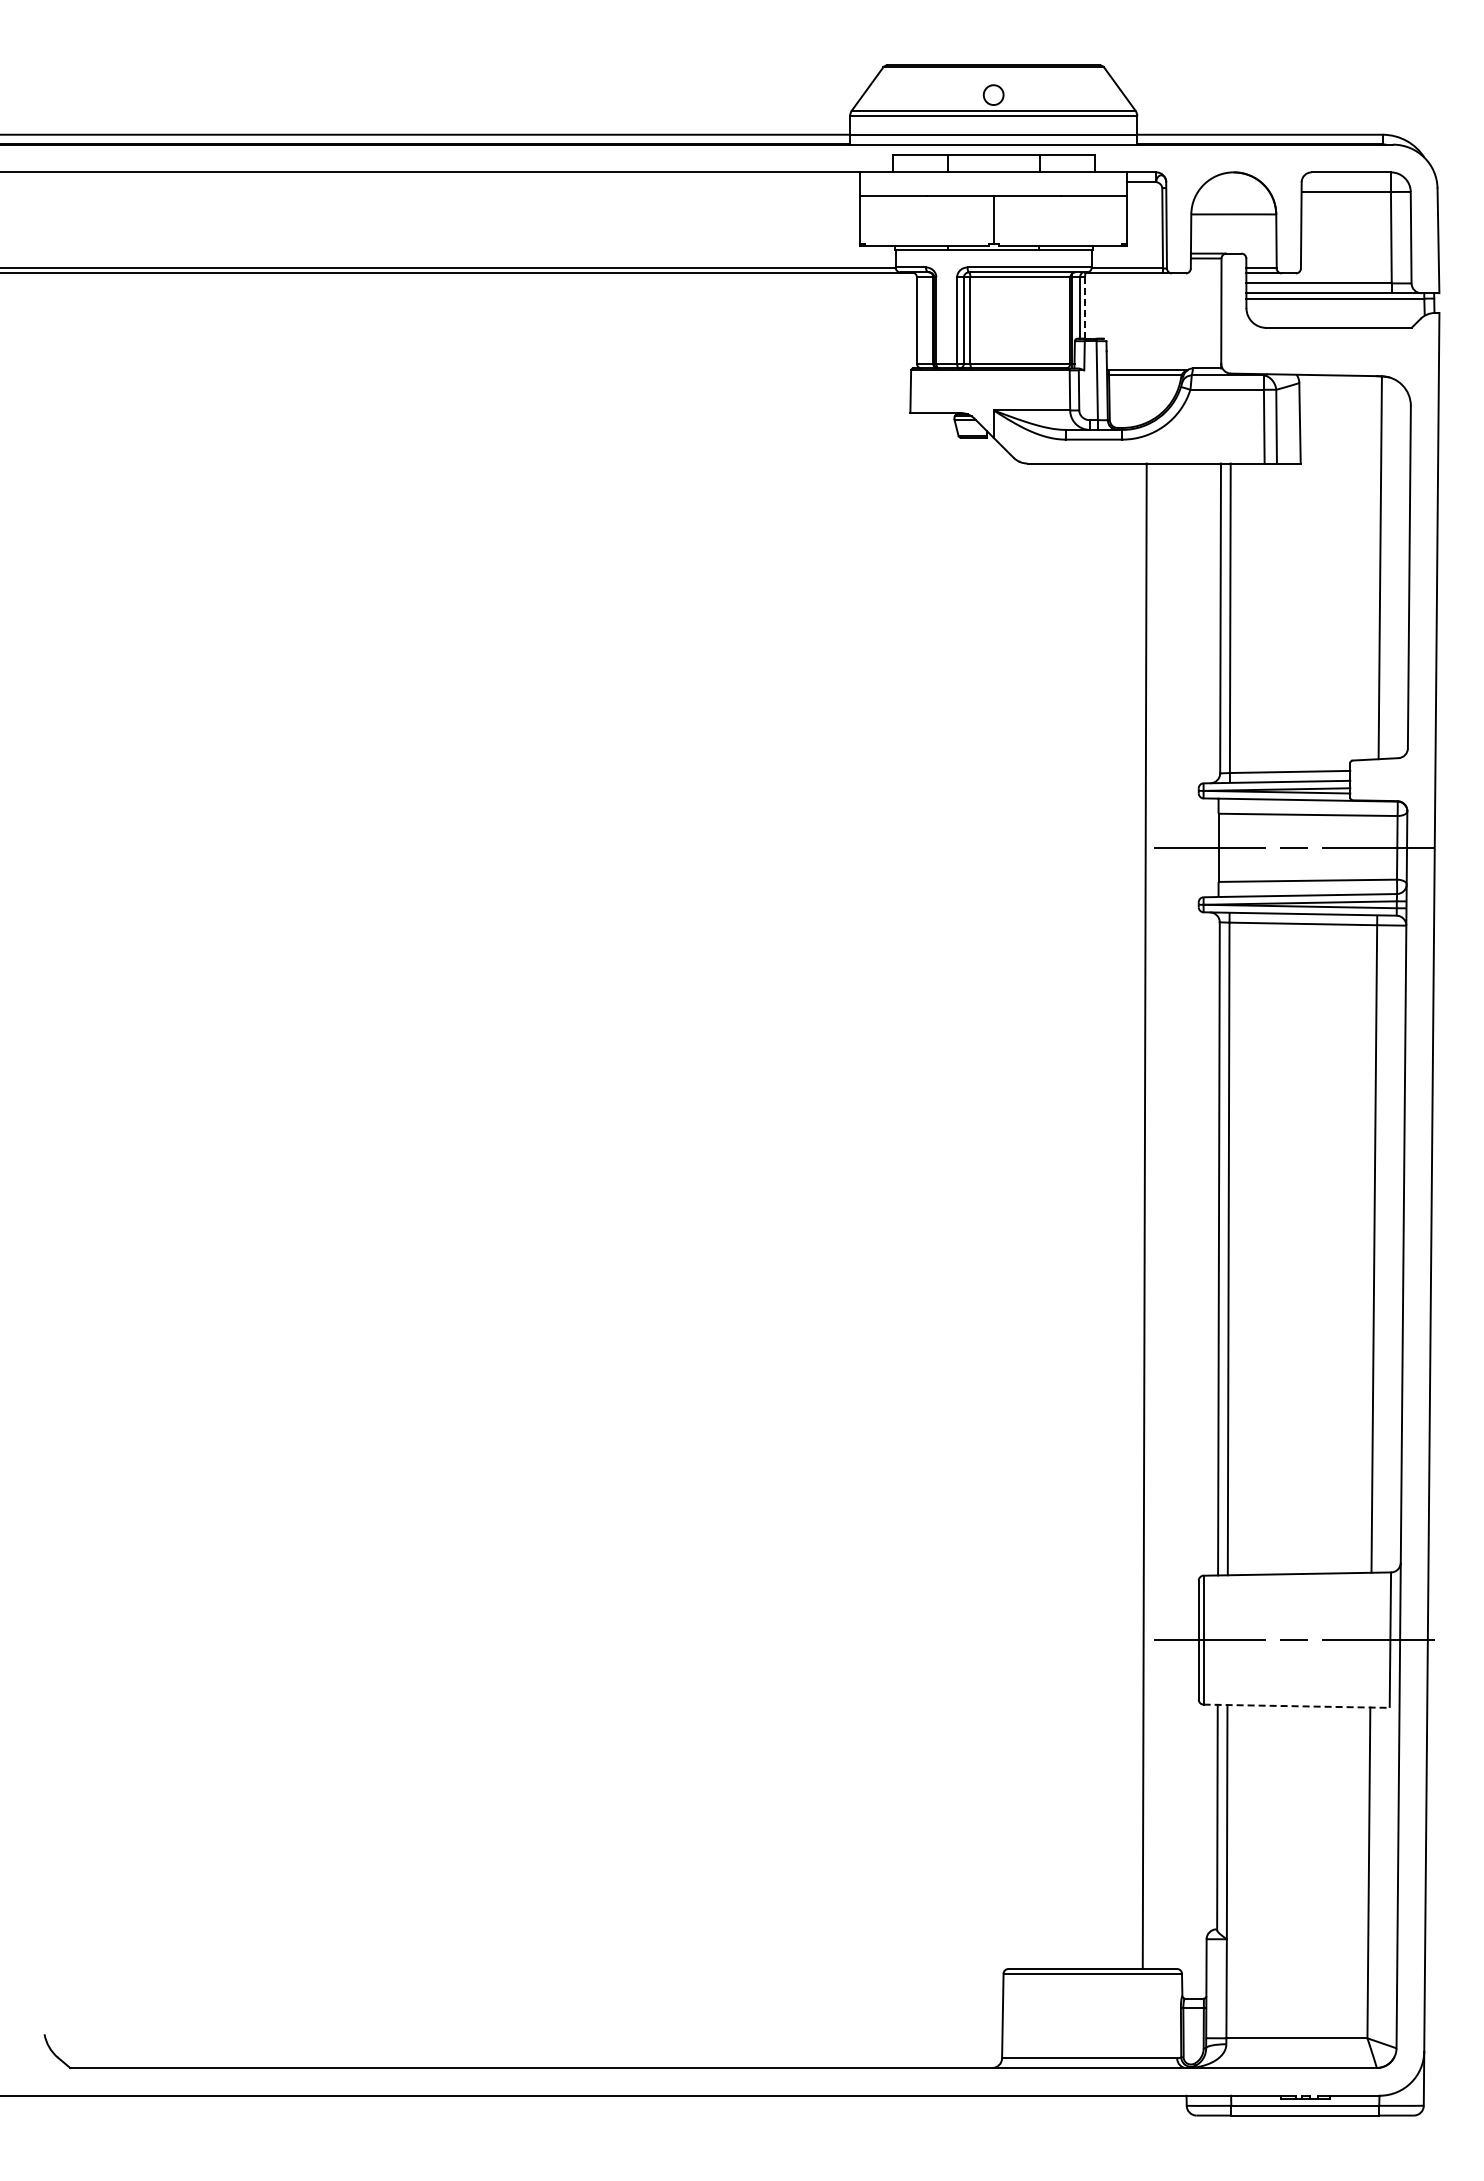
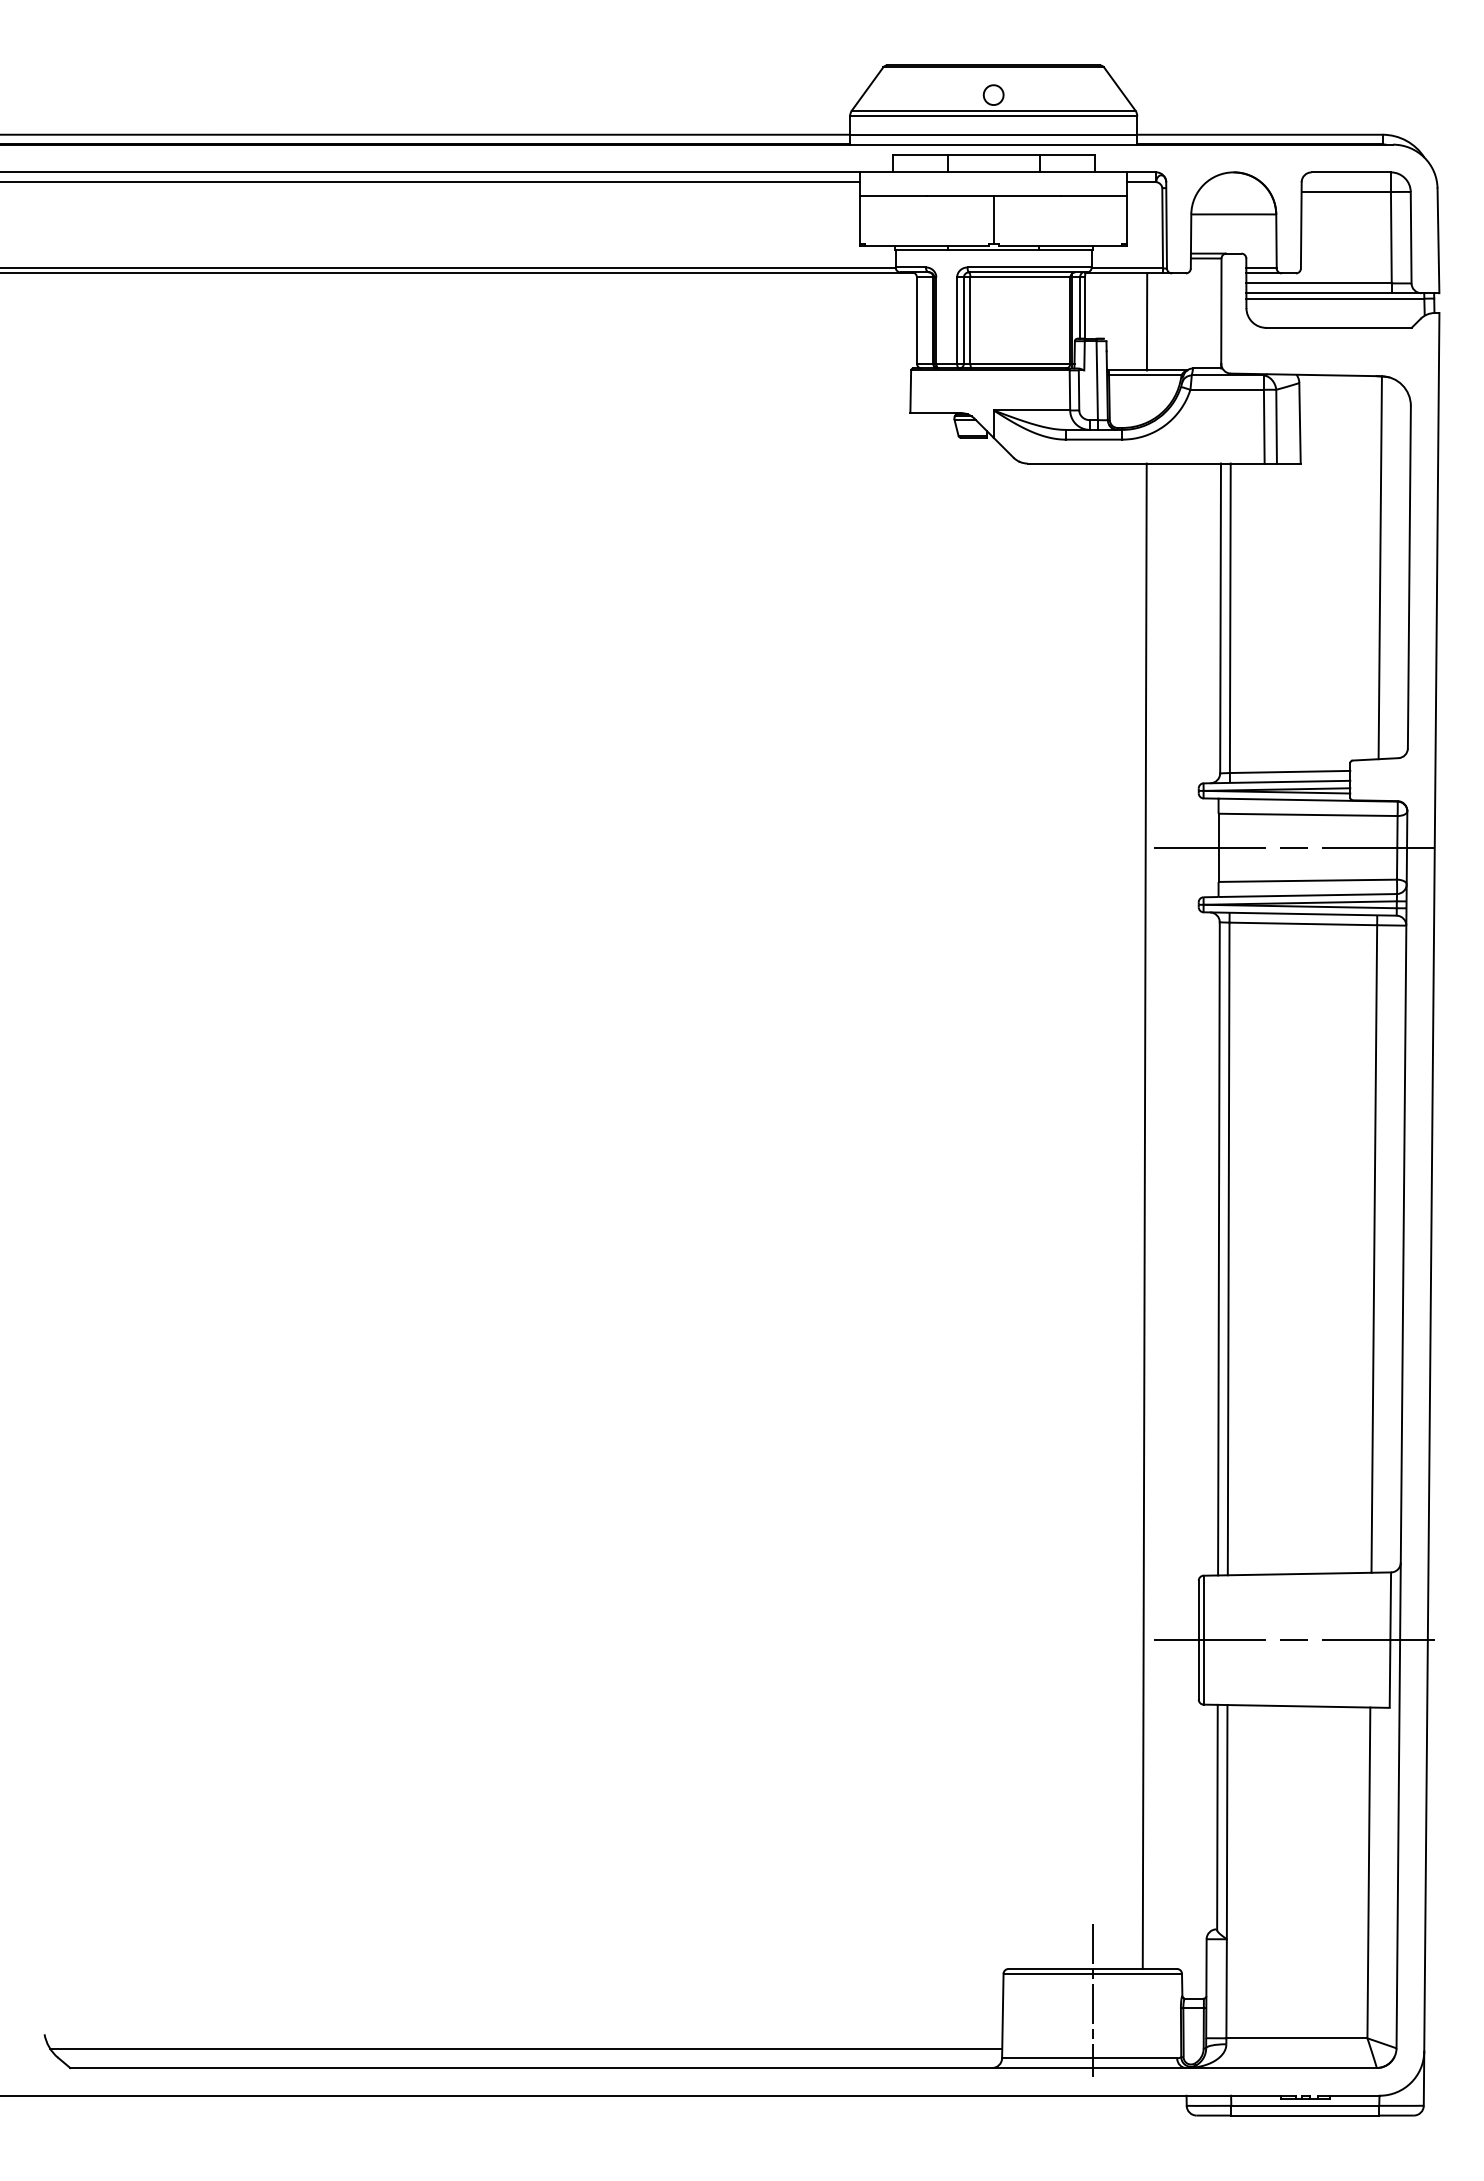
line at (430, 182): none -> present
line at (1085, 308): dashed -> solid
line at (1146, 321): none -> present
line at (1297, 1706): dashed -> solid
line at (1092, 2000): none -> present
line at (526, 2048): none -> present
